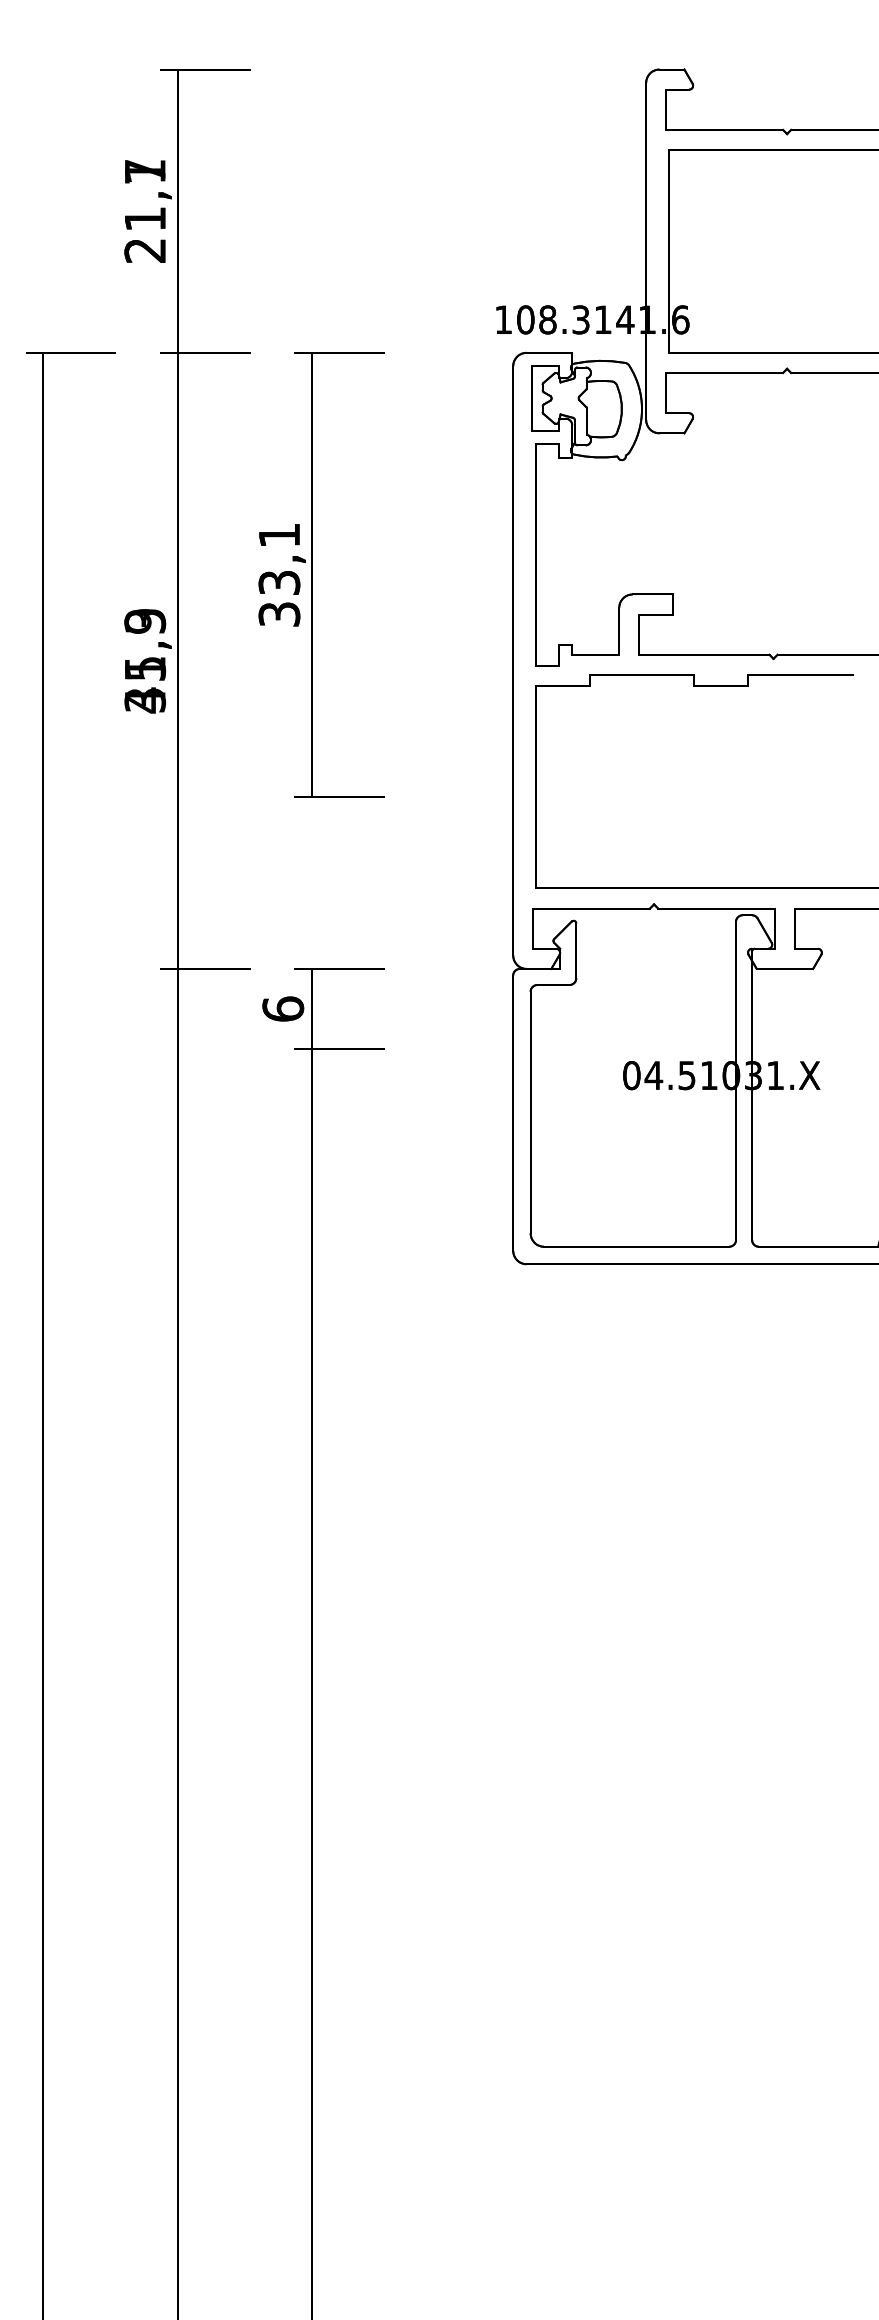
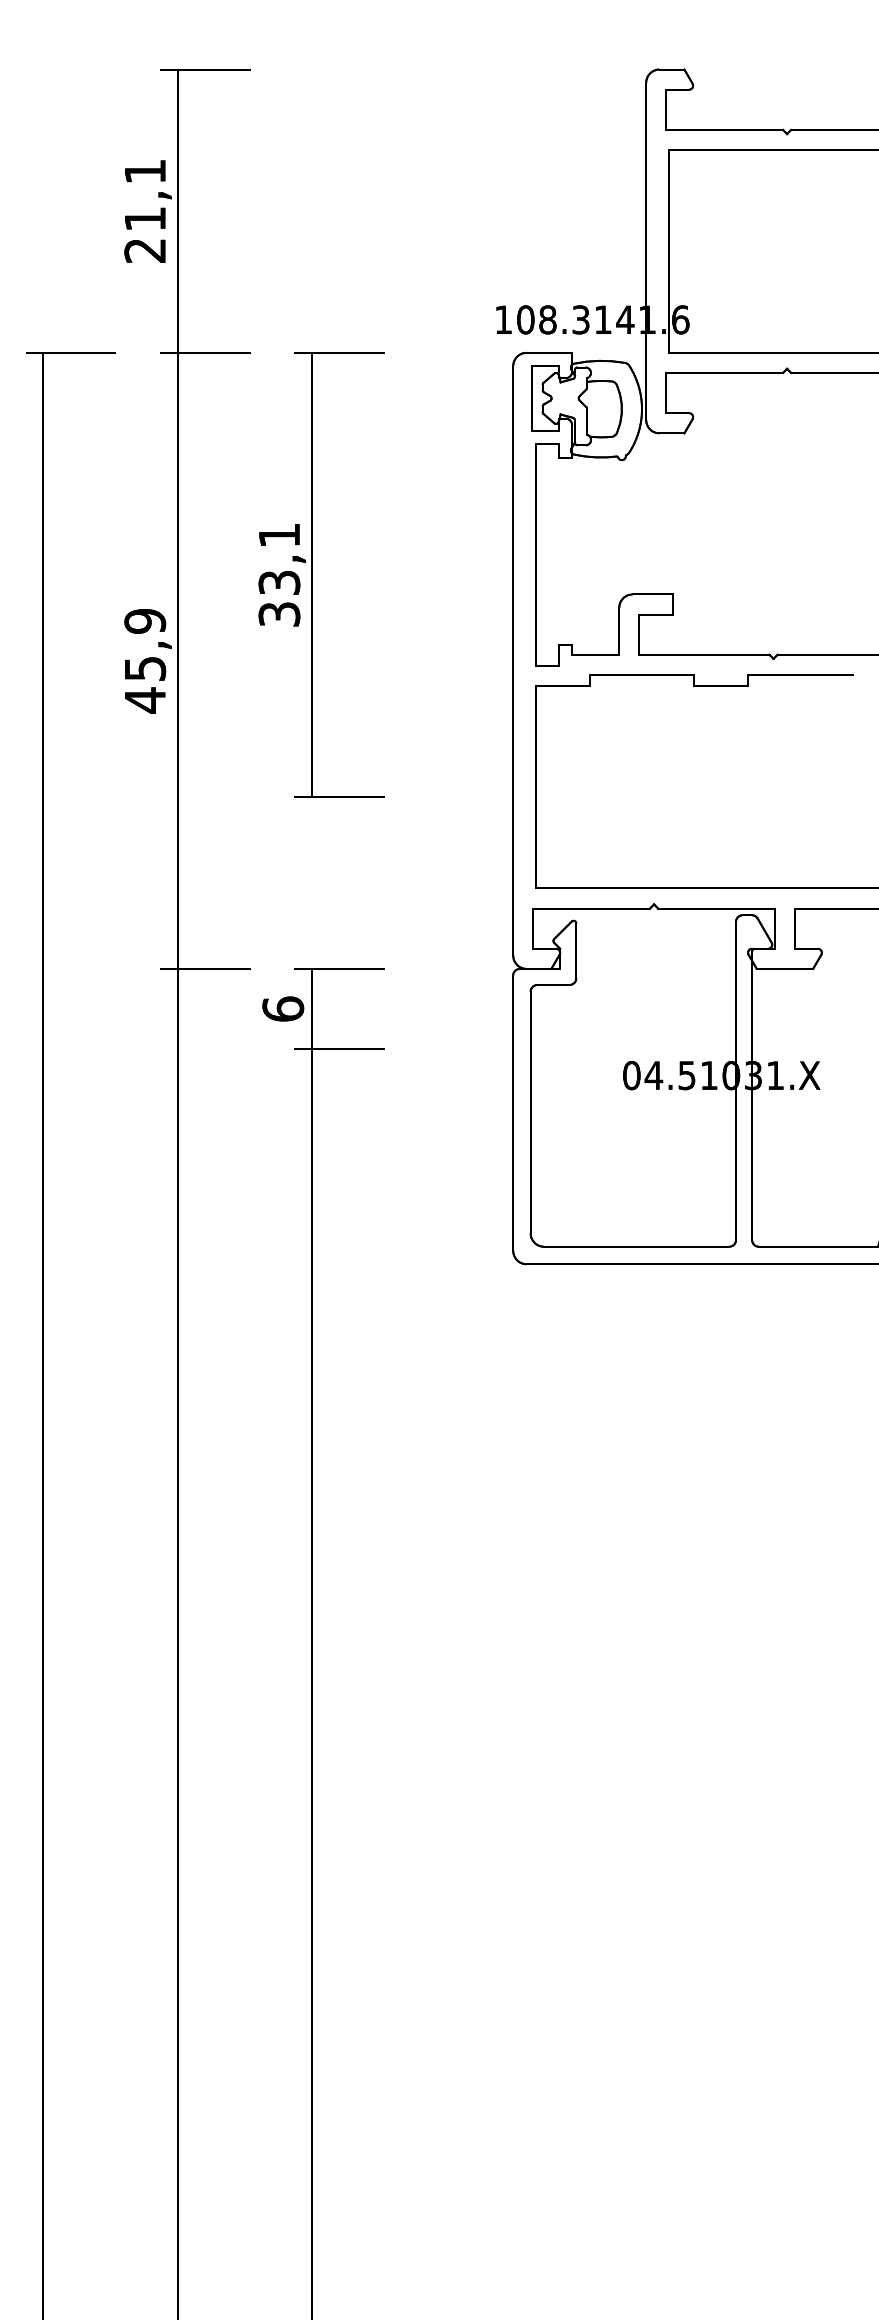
text at (145, 171): 21,7 -> 21,1
text at (145, 661): 31,3 -> 45,9
